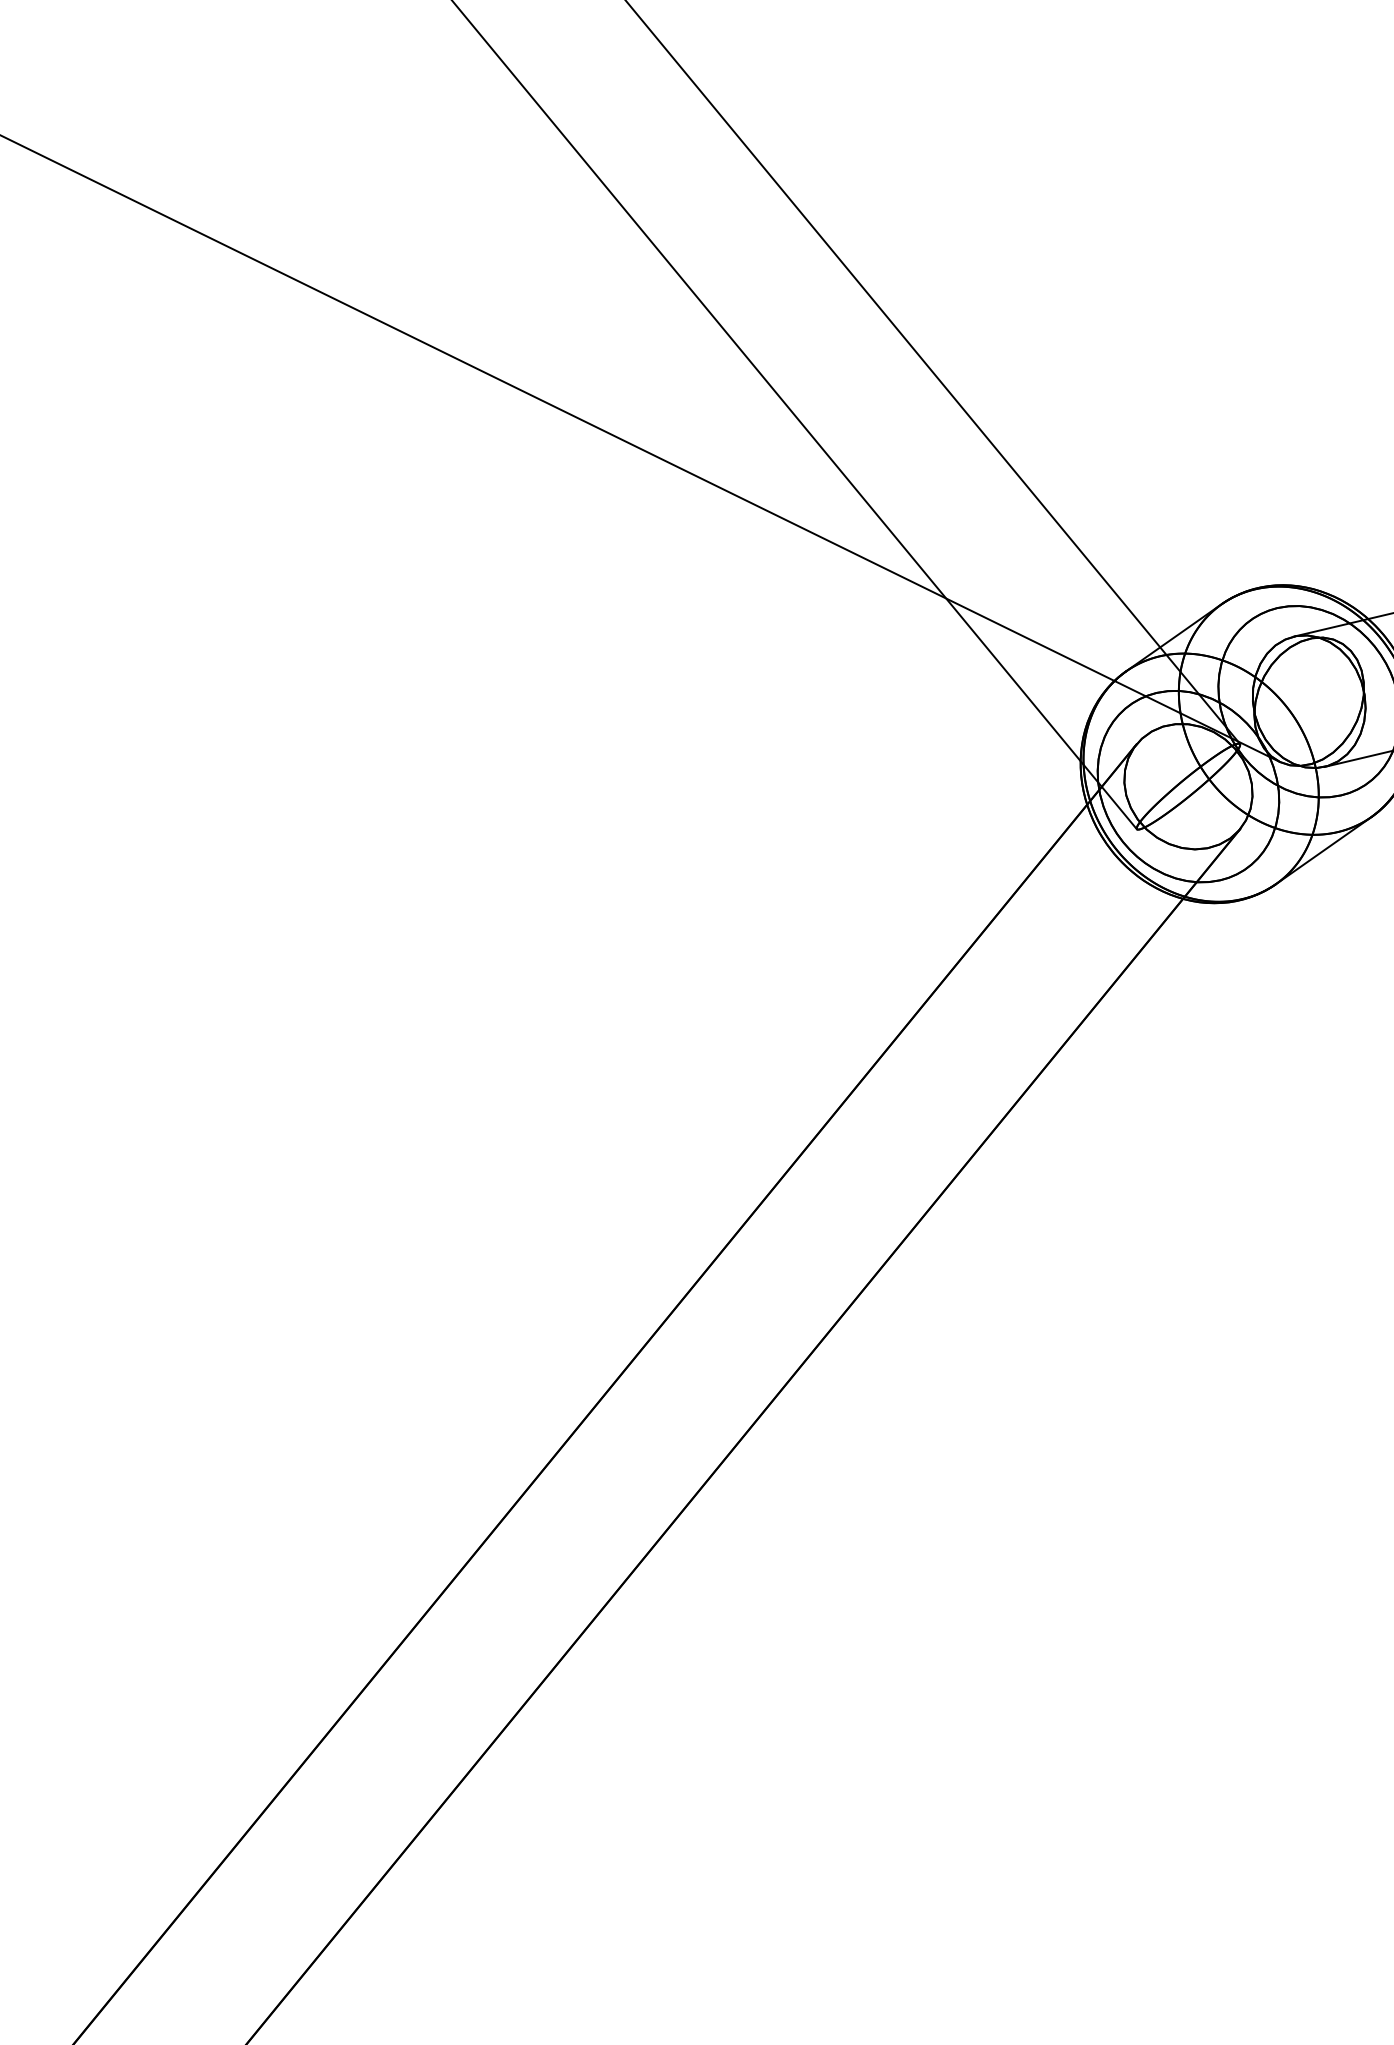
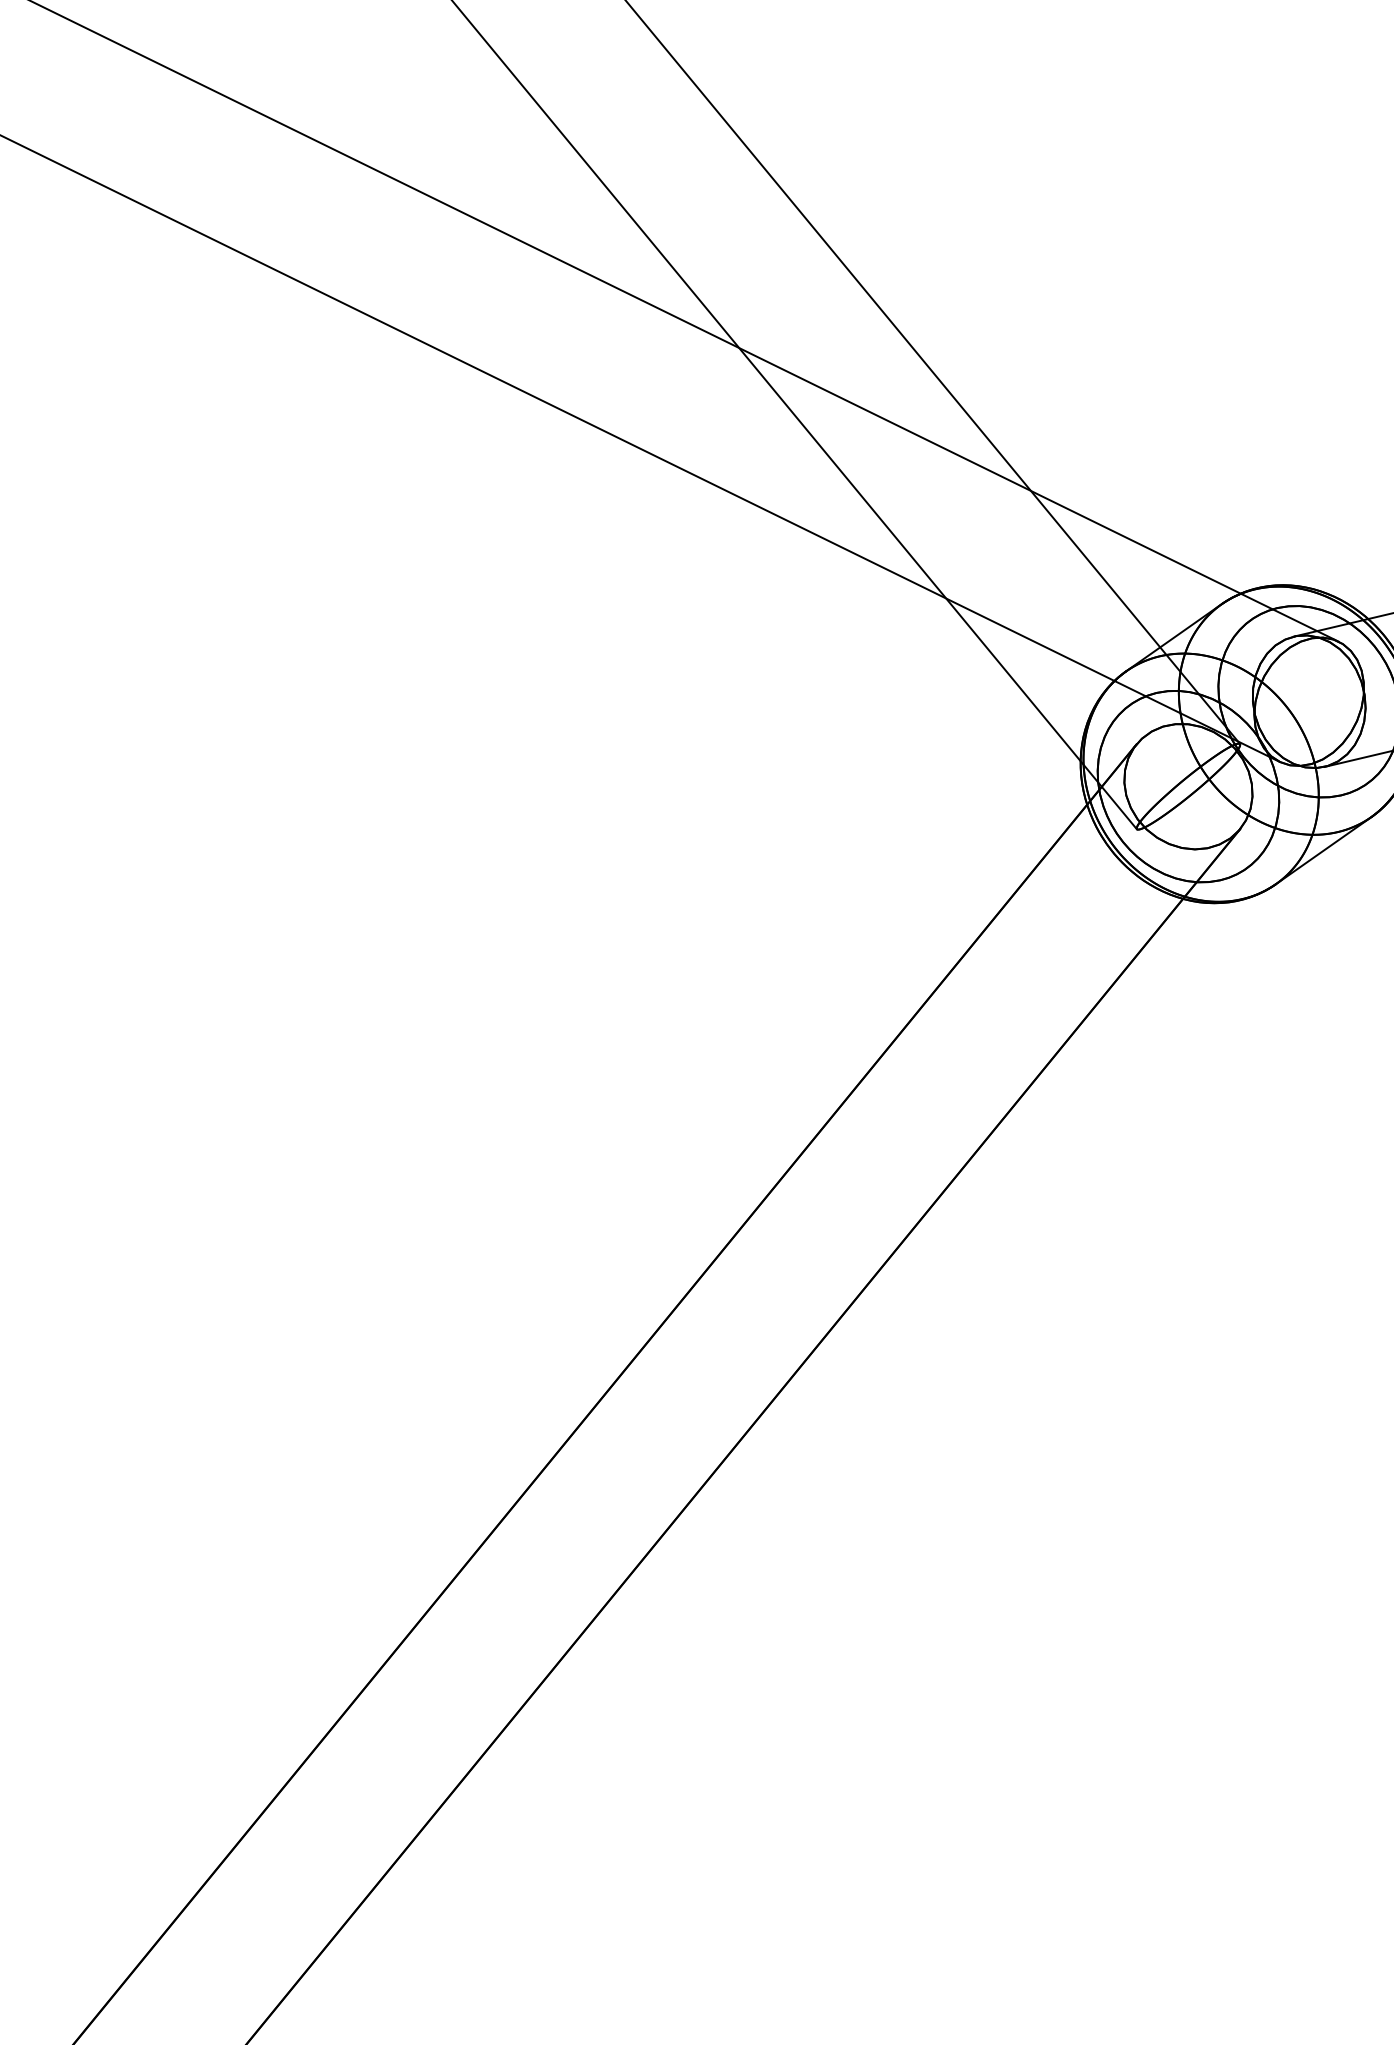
line at (685, 321): none -> present
